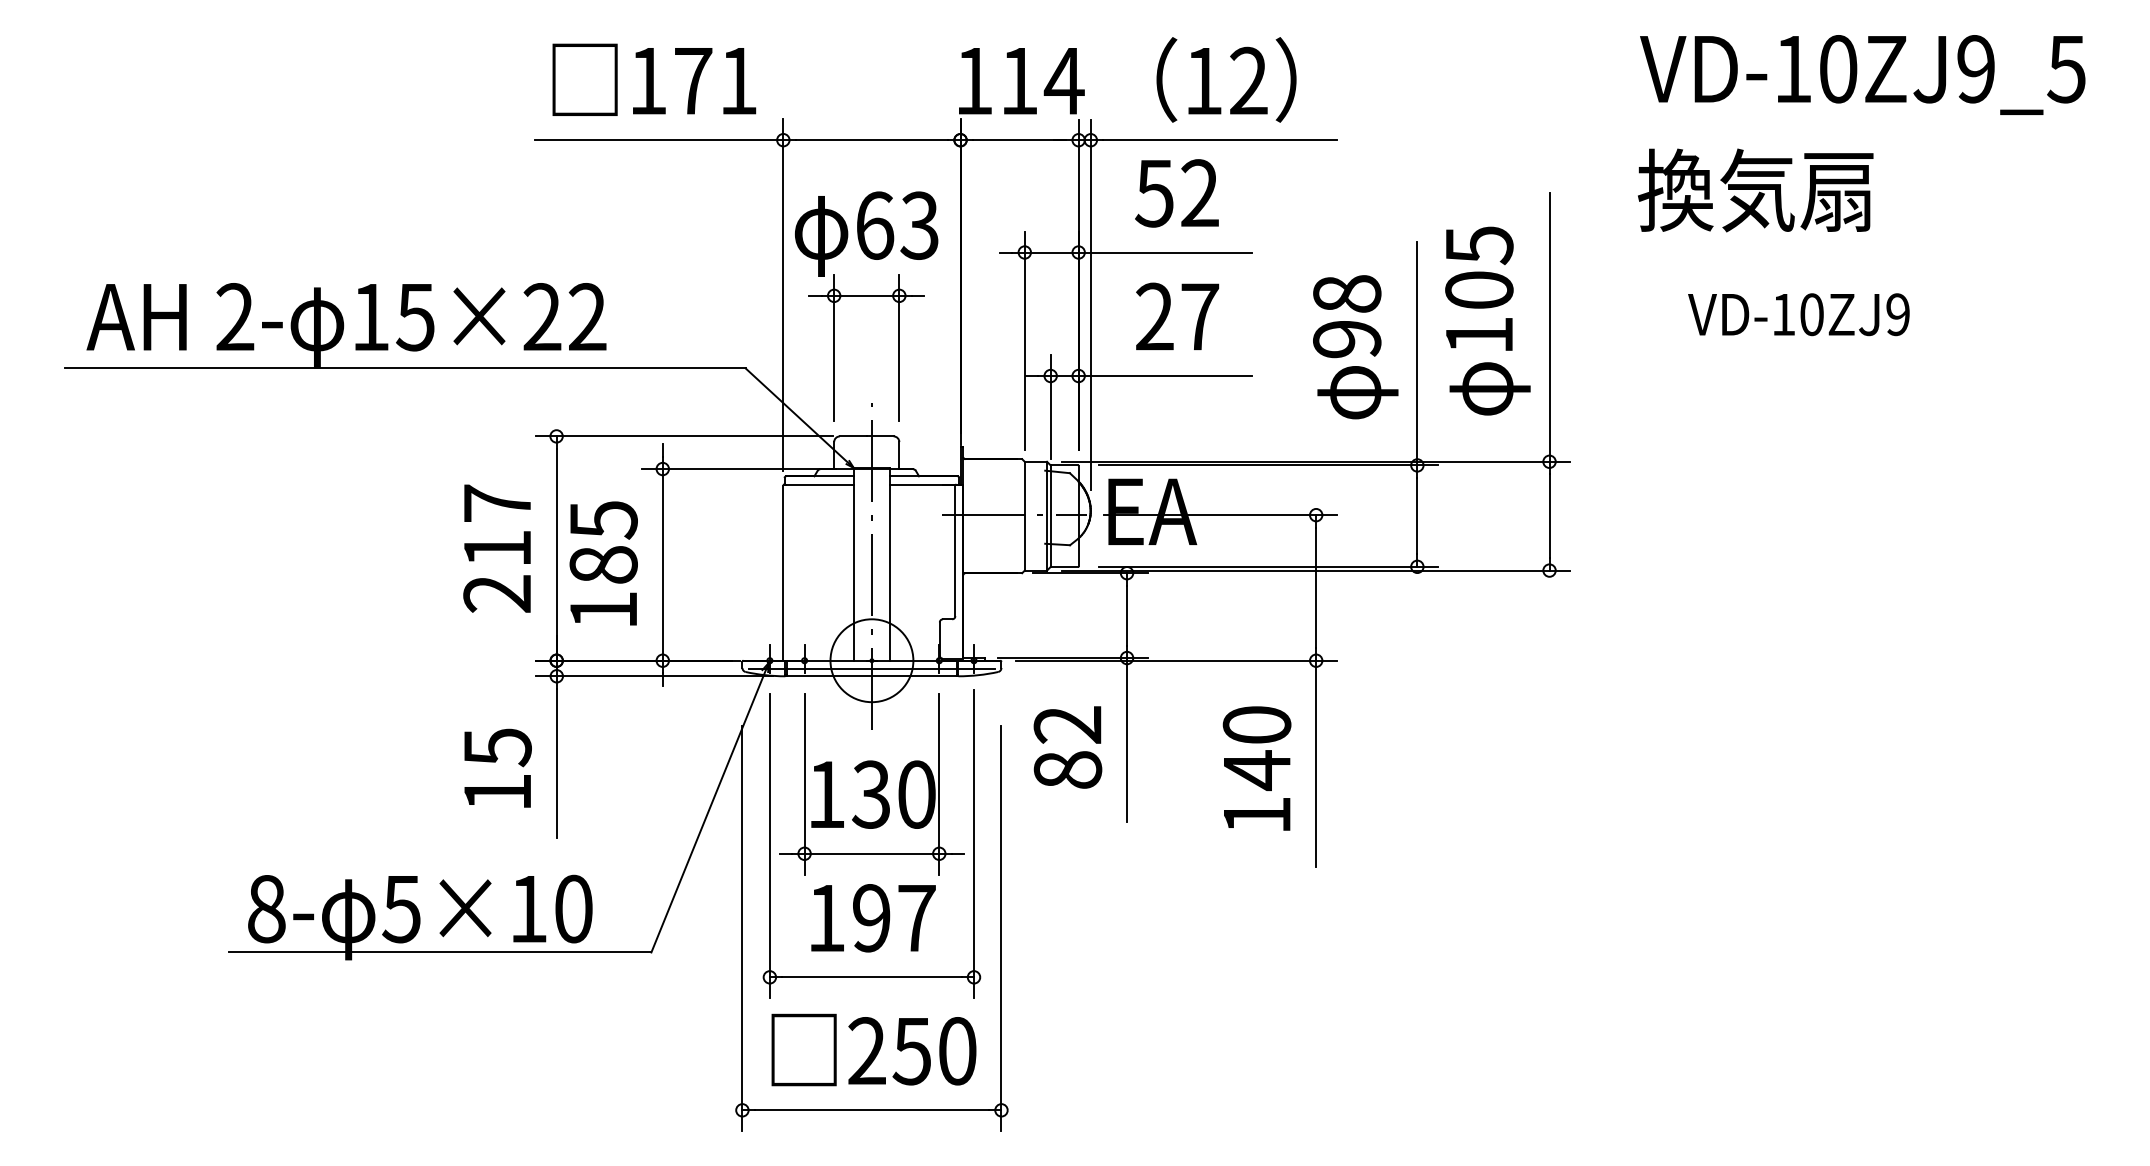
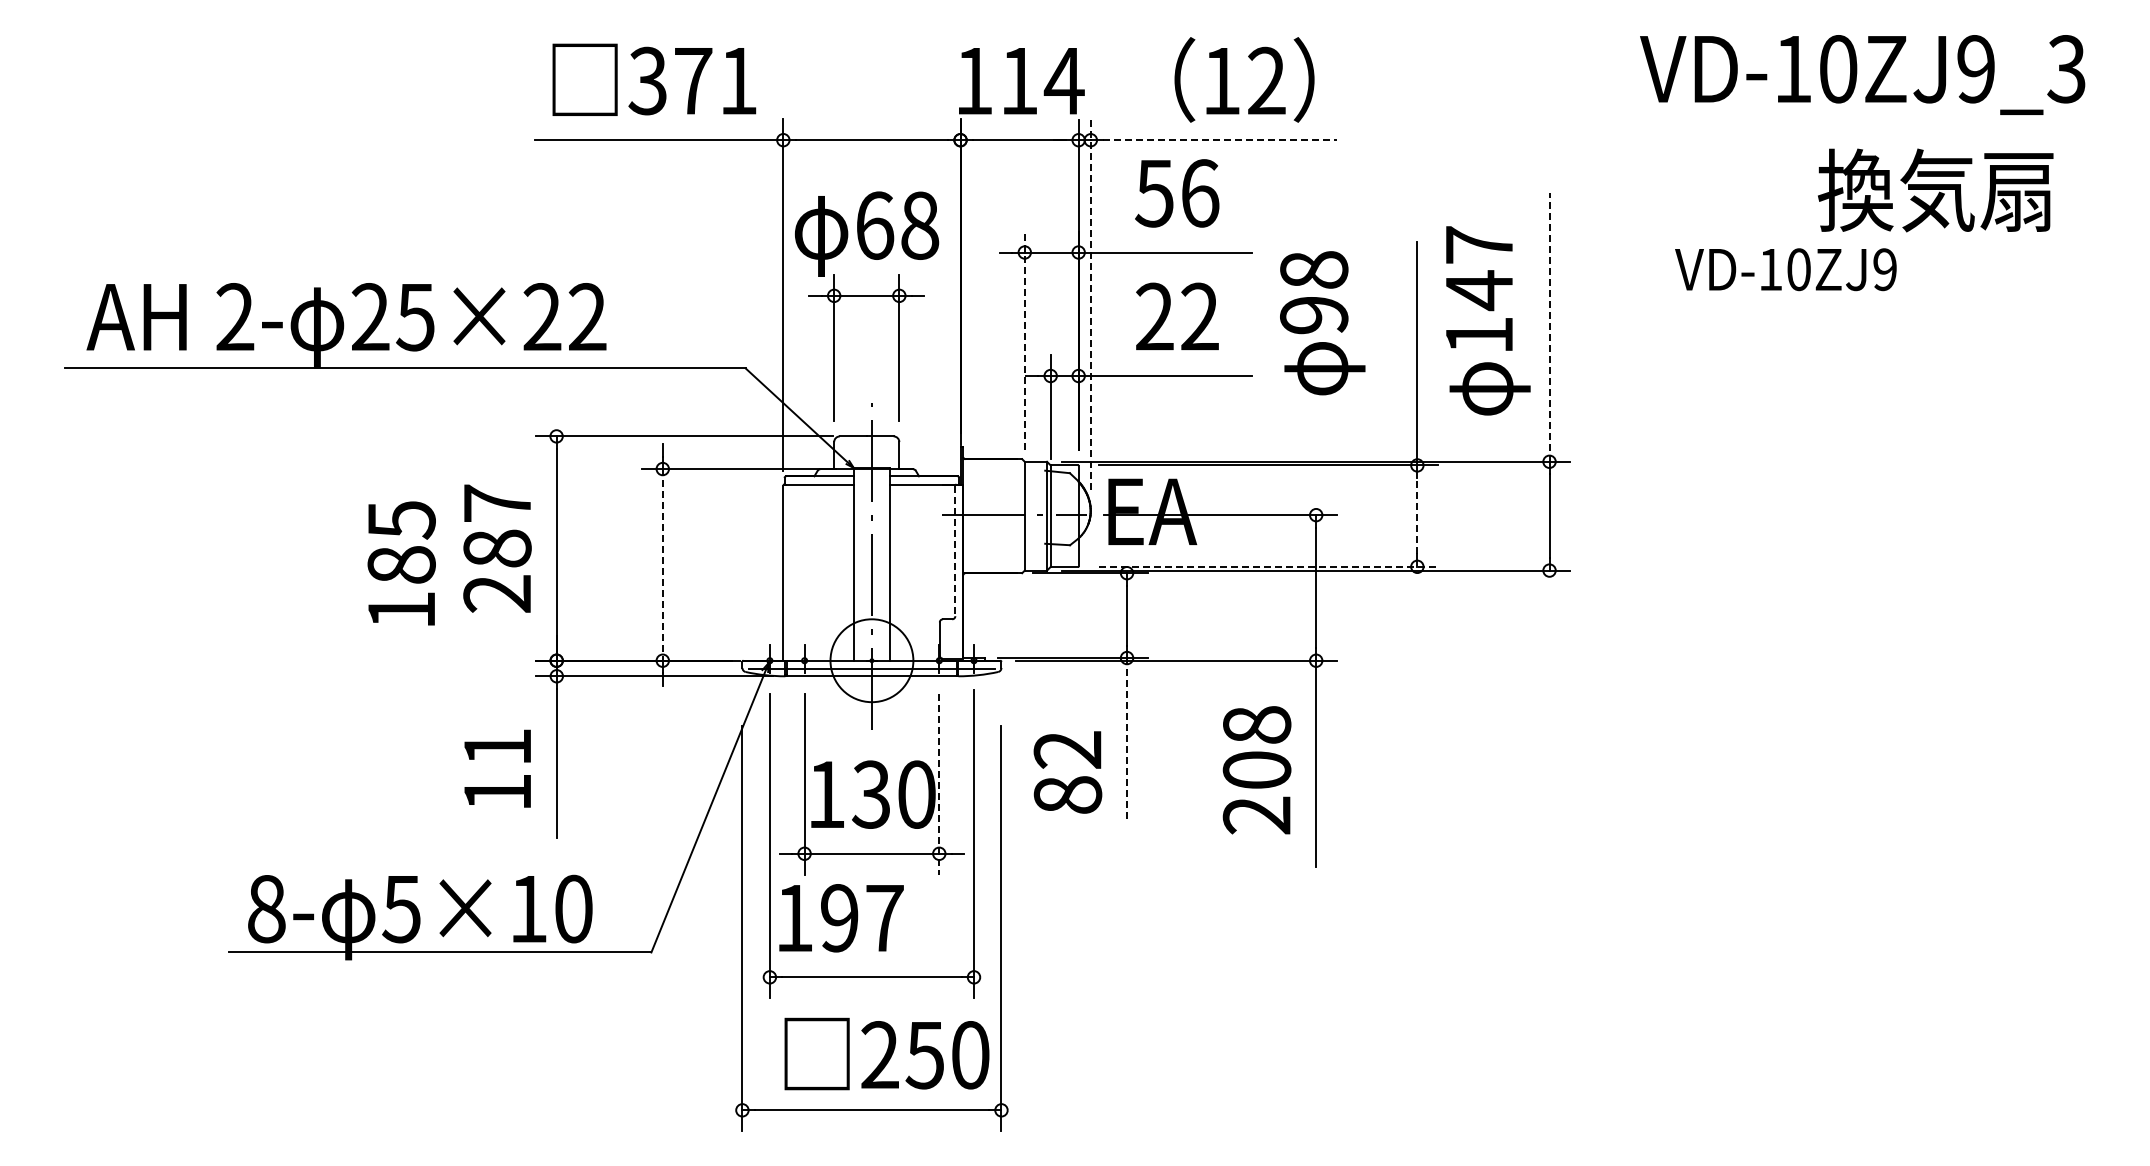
text at (2066, 69): VD-10ZJ9_5 -> VD-10ZJ9_3
text at (1226, 79) position: (1226, 79) -> (1244, 79)
text at (647, 80): 171 -> 371
line at (1220, 140): solid -> dashed
text at (1755, 190) position: (1755, 190) -> (1935, 190)
text at (1200, 193): 52 -> 56
text at (919, 225): 63 -> 68
text at (1479, 268): 105 -> 147
line at (1090, 304): solid -> dashed
text at (1798, 314) position: (1798, 314) -> (1785, 269)
text at (370, 316): 15×22 -> 25×22
text at (1200, 316): 27 -> 22
line at (1549, 326): solid -> dashed
line at (1024, 340): solid -> dashed
text at (1355, 347) position: (1355, 347) -> (1322, 323)
line at (1417, 515): solid -> dashed
text at (497, 548): 217 -> 287
line at (955, 551): solid -> dashed
text at (603, 563) position: (603, 563) -> (401, 563)
line at (662, 564): solid -> dashed
line at (1269, 566): solid -> dashed
line at (1127, 739): solid -> dashed
text at (497, 747): 15 -> 11
text at (1067, 747) position: (1067, 747) -> (1067, 772)
text at (1256, 770): 140 -> 208
line at (939, 784): solid -> dashed
text at (873, 918) position: (873, 918) -> (841, 918)
text at (873, 1049) position: (873, 1049) -> (886, 1053)
